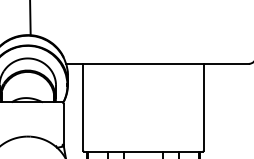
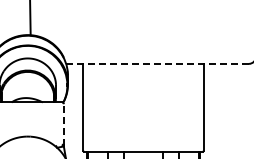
line at (158, 63): solid -> dashed
line at (63, 124): solid -> dashed
